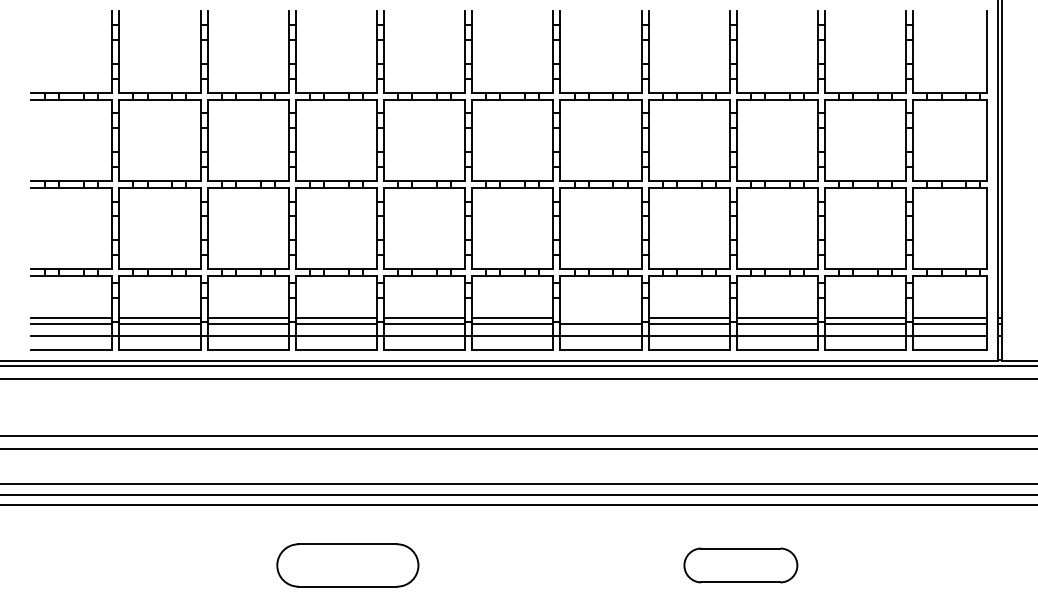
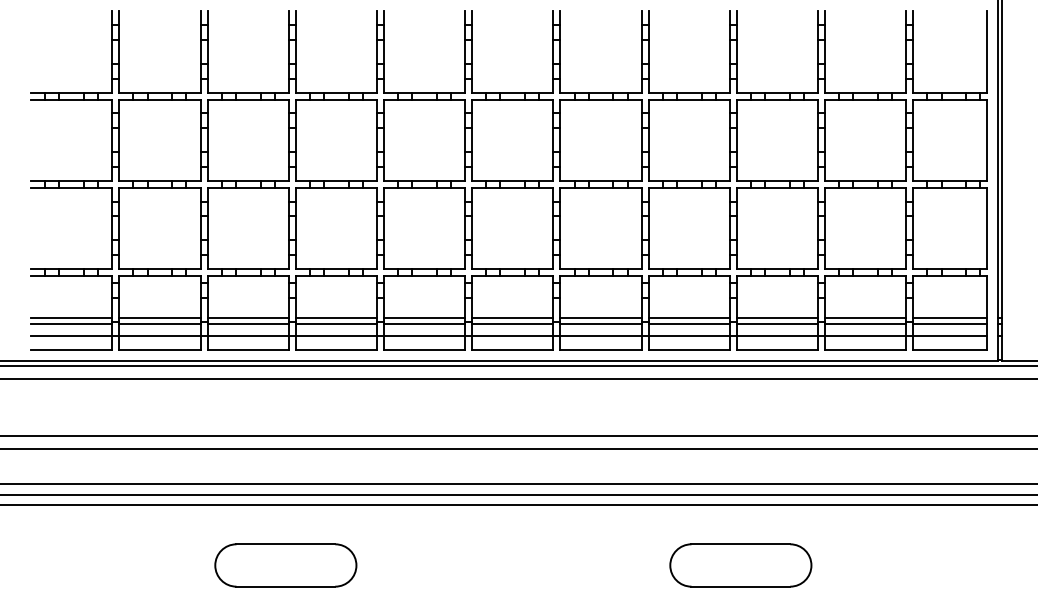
line at (600, 318): none -> present
part at (347, 565) position: (347, 565) -> (285, 565)
part at (740, 565) size: 116x37 px -> 144x45 px
